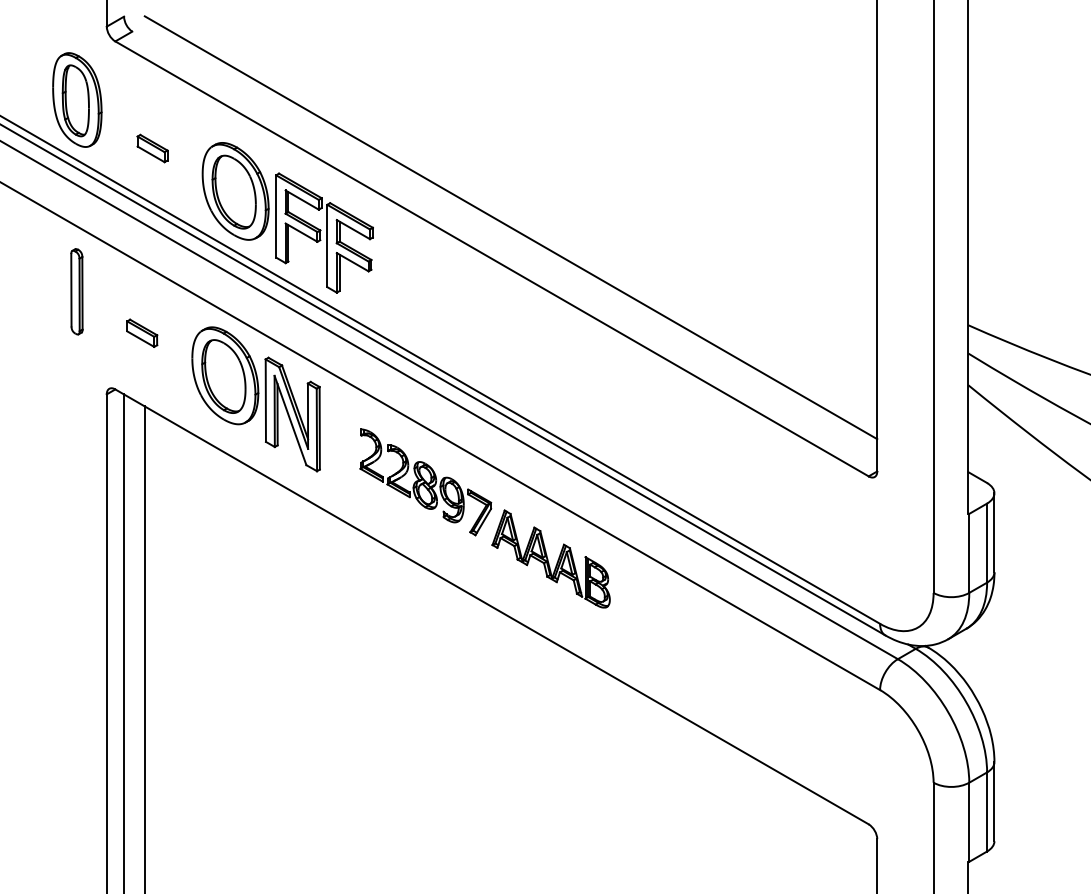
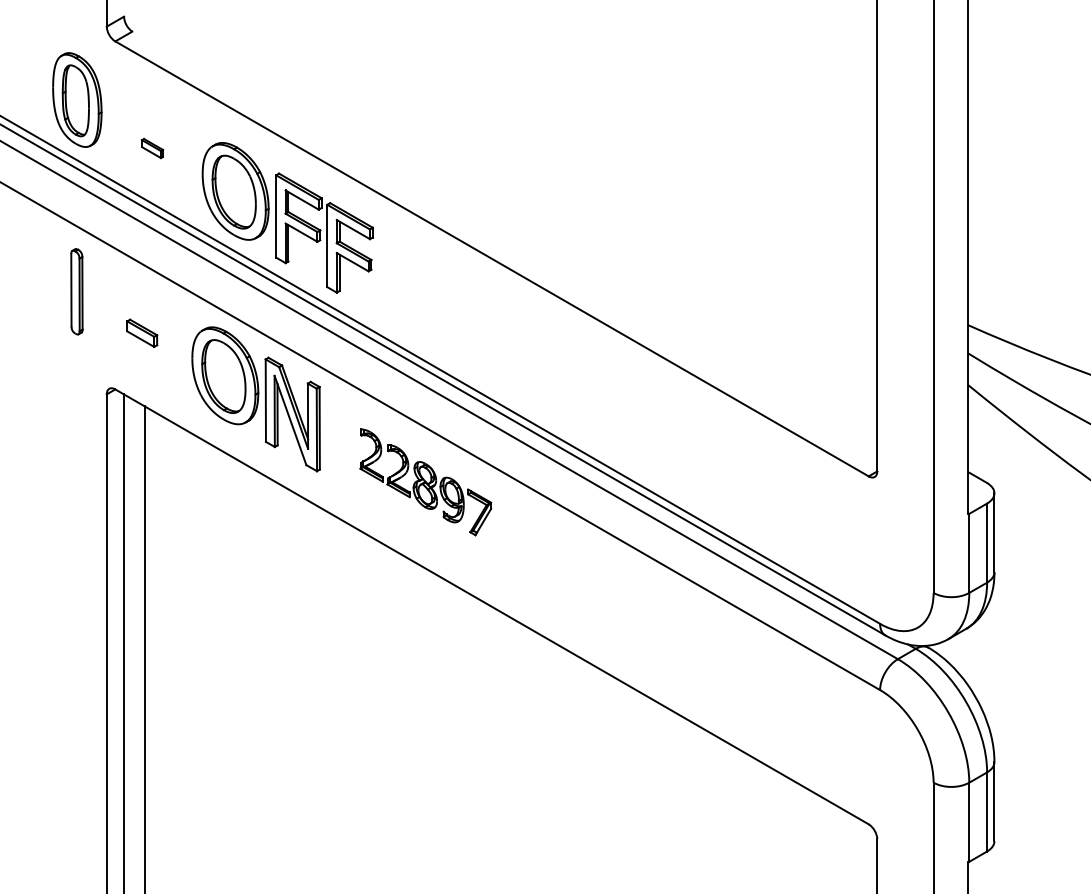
part at (152, 148) size: 33x31 px -> 24x22 px
line at (510, 227): present -> none
part at (550, 558): present -> none
